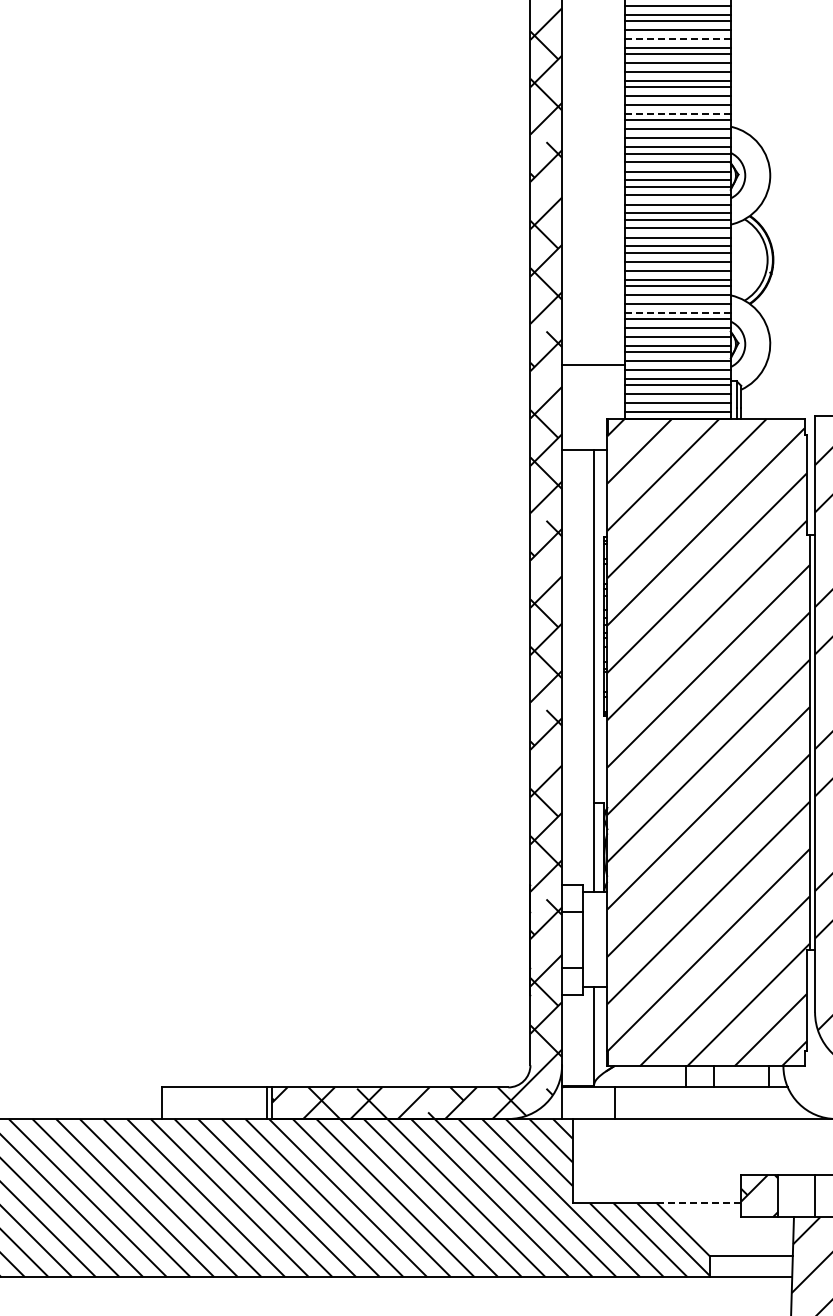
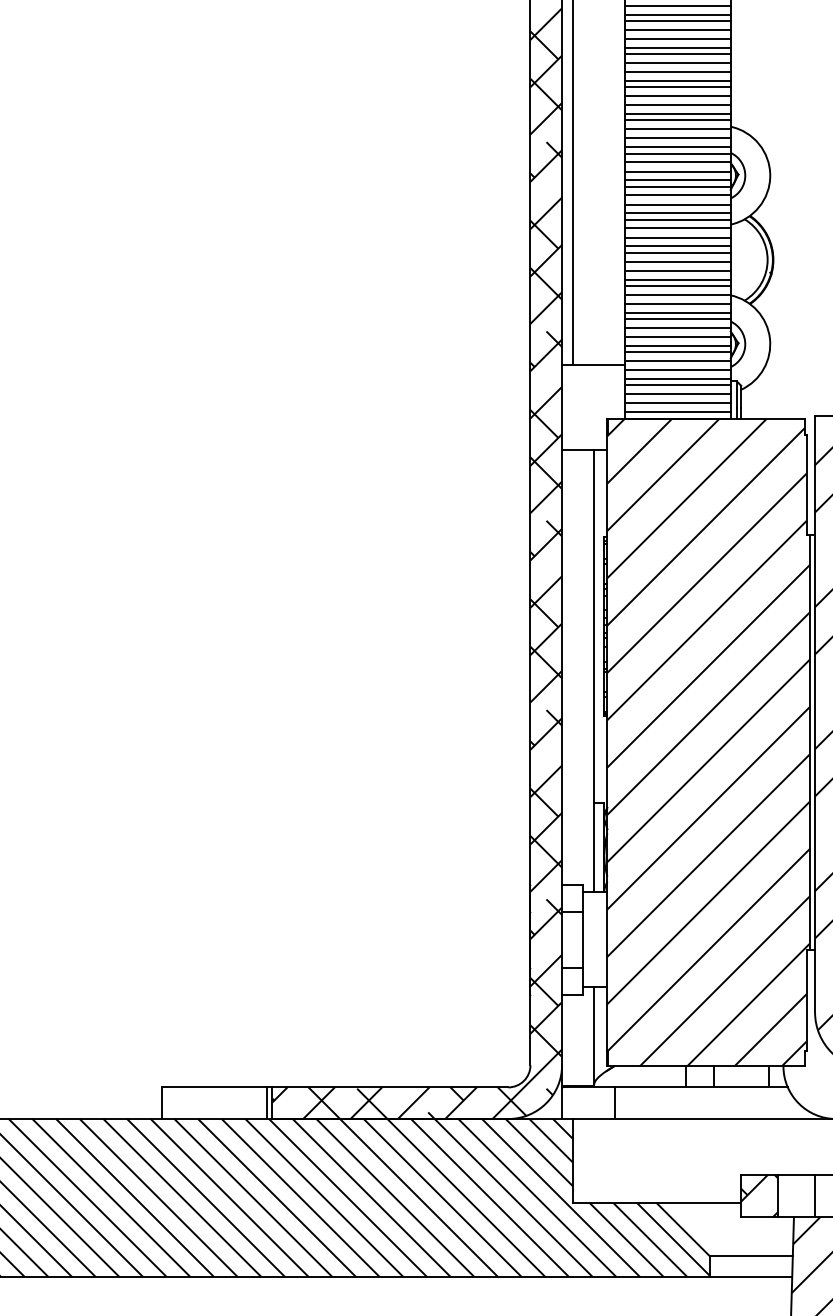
line at (678, 39): dashed -> solid
line at (678, 114): dashed -> solid
line at (572, 183): none -> present
line at (678, 312): dashed -> solid
line at (698, 1203): dashed -> solid
